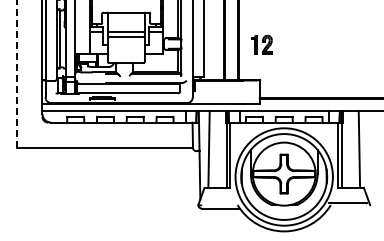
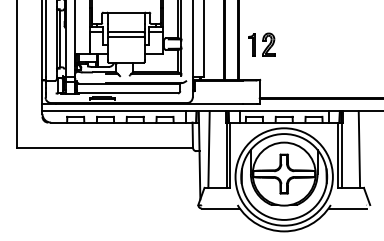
part at (261, 44) size: 22x21 px -> 28x25 px
line at (17, 73): dashed -> solid
line at (347, 202) position: (347, 202) -> (347, 208)
